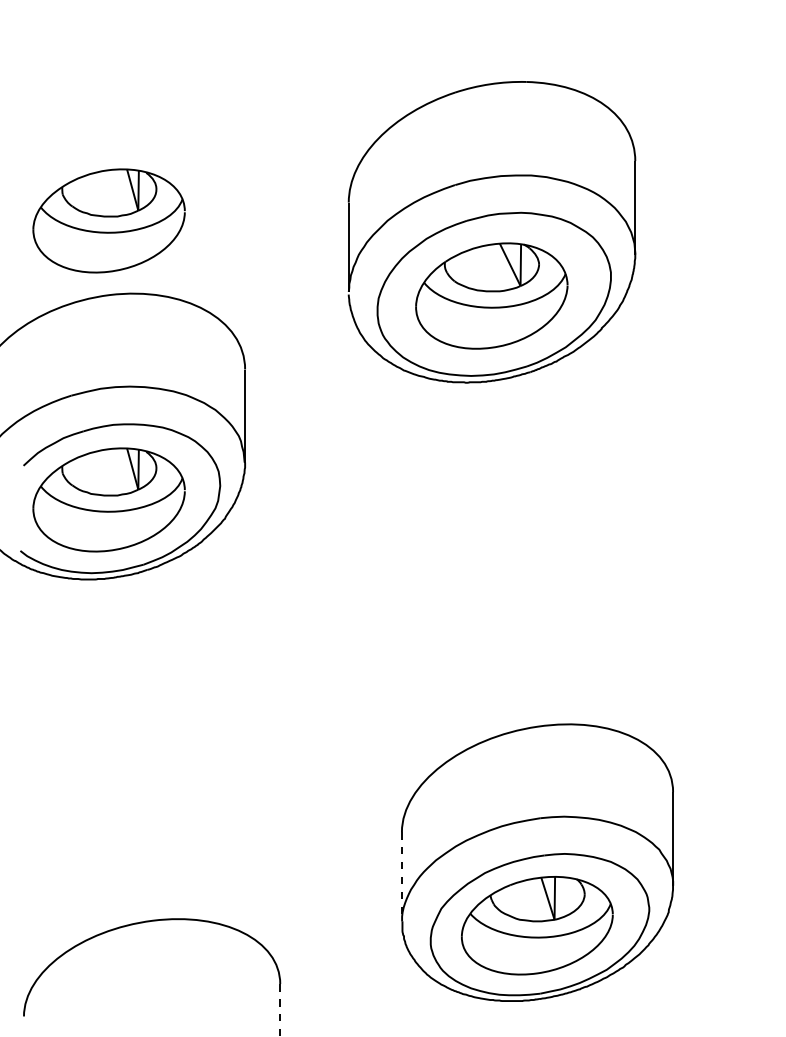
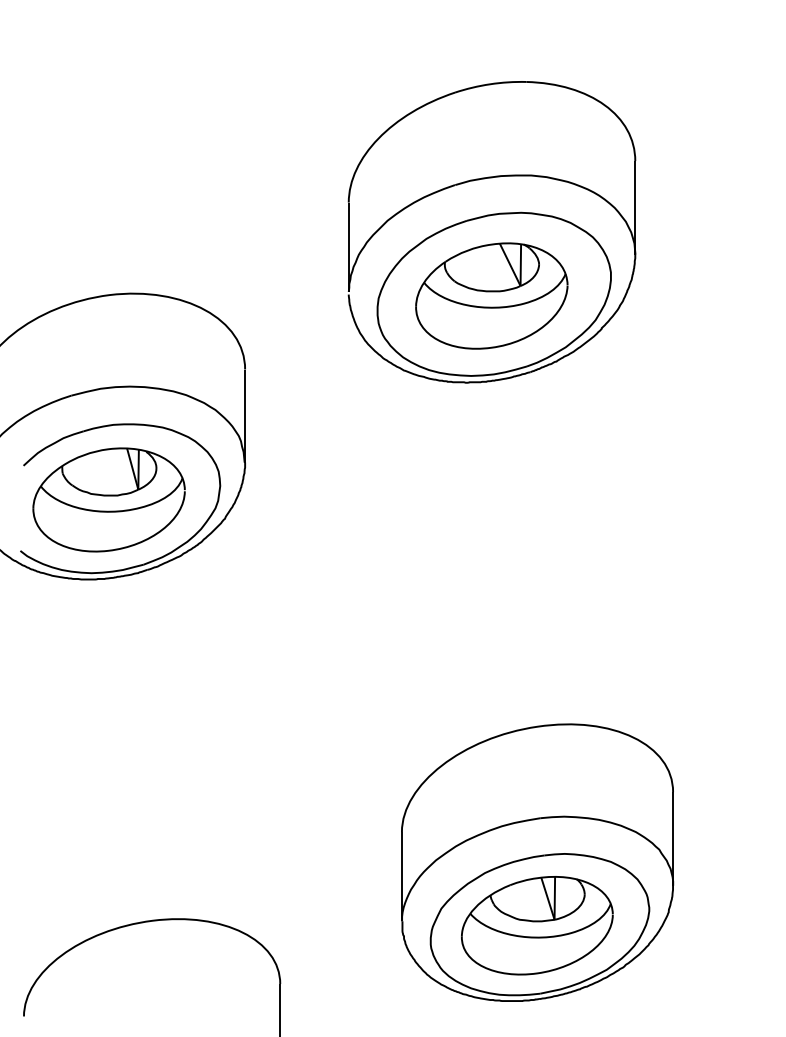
part at (108, 220): present -> none
line at (402, 876): dashed -> solid
line at (280, 1010): dashed -> solid
